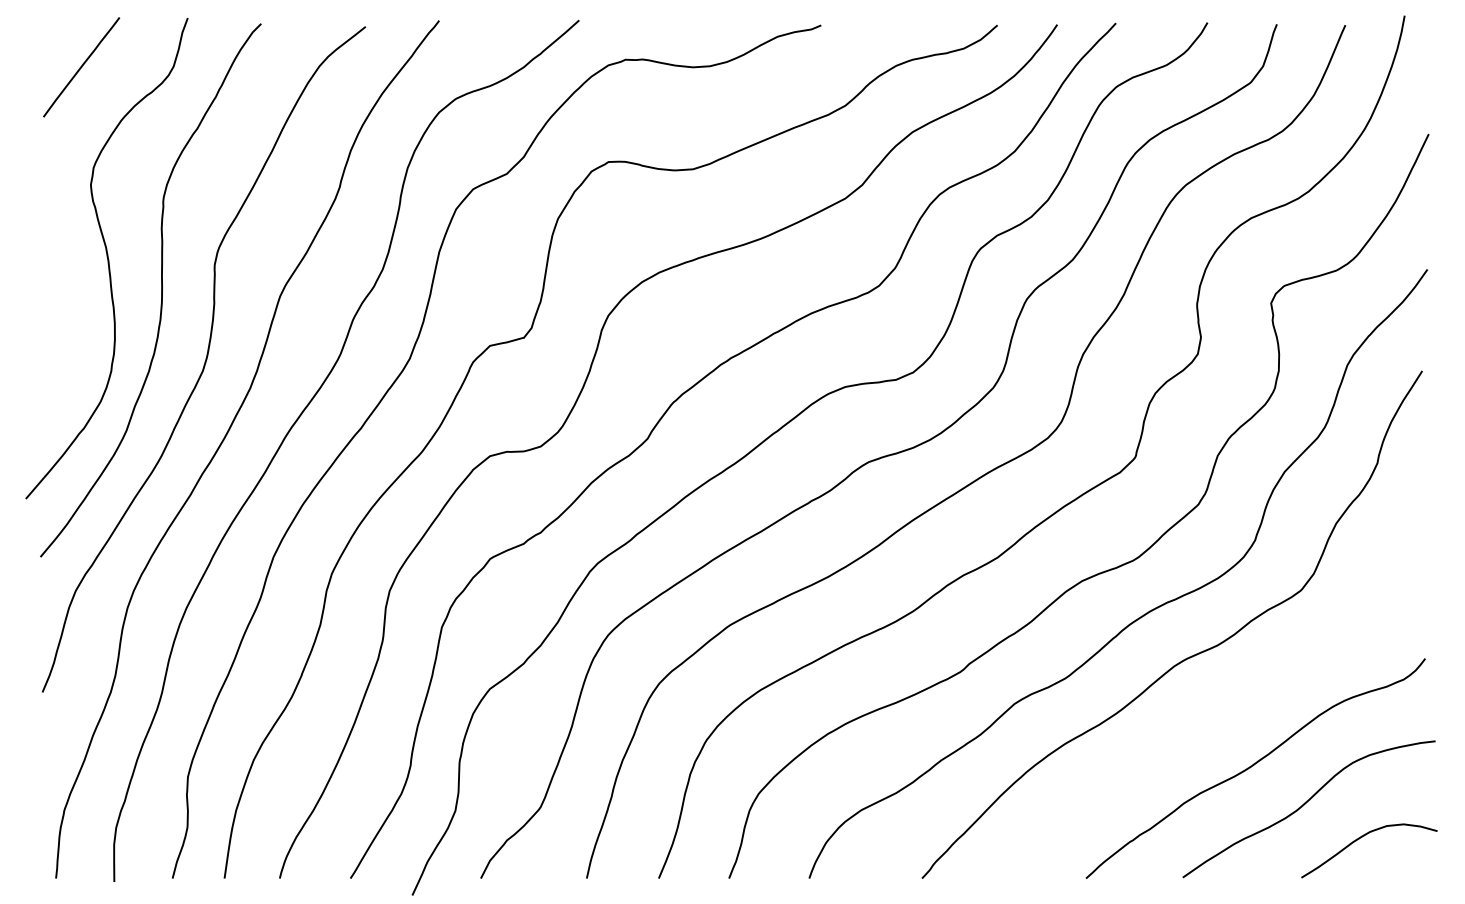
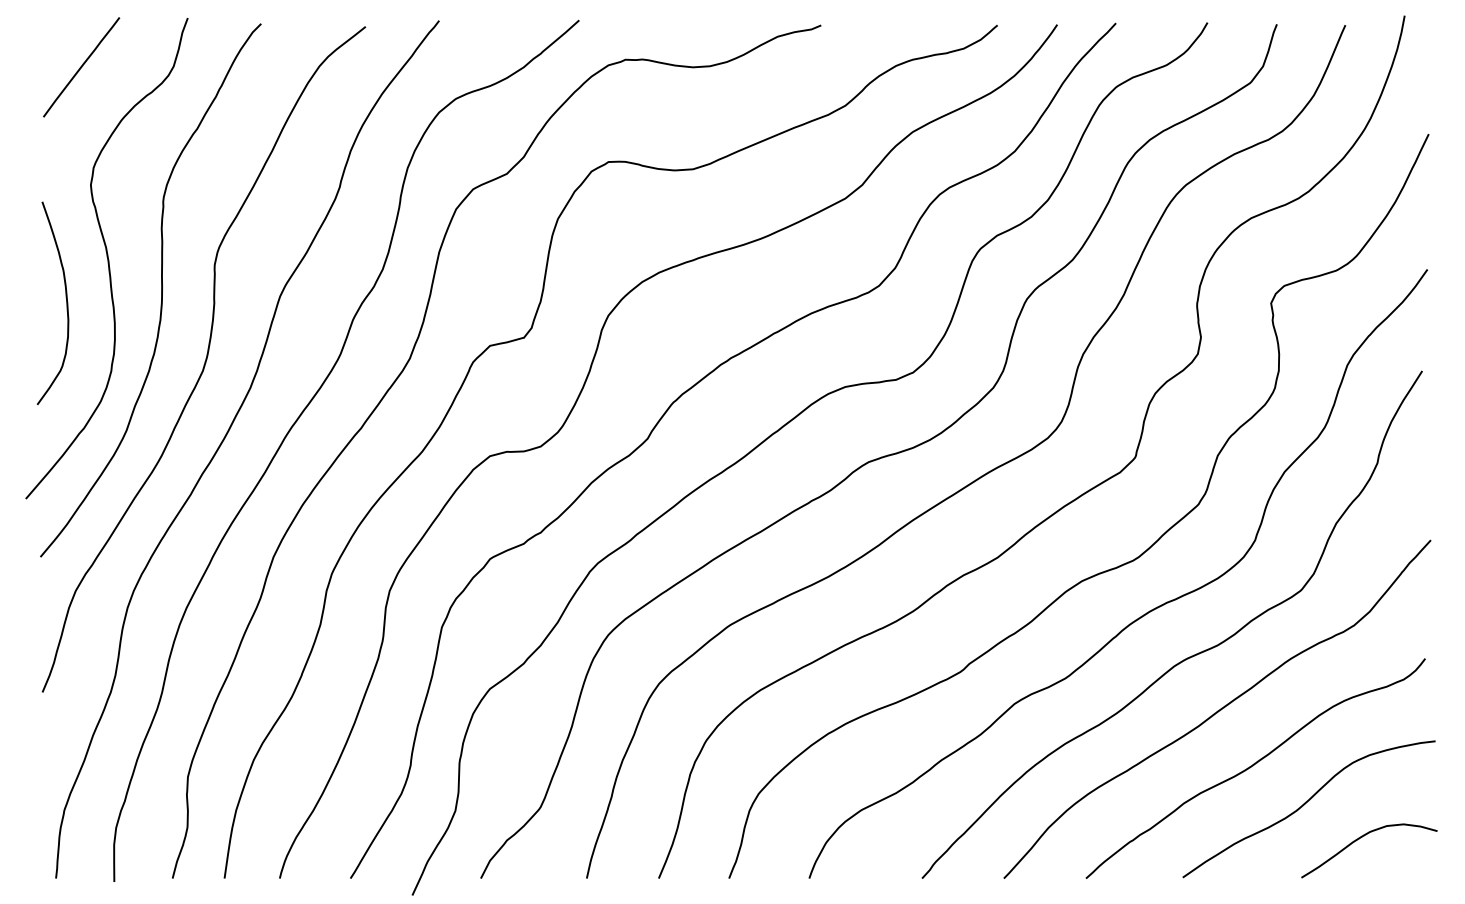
curve at (65, 297): none -> present
curve at (1217, 710): none -> present
